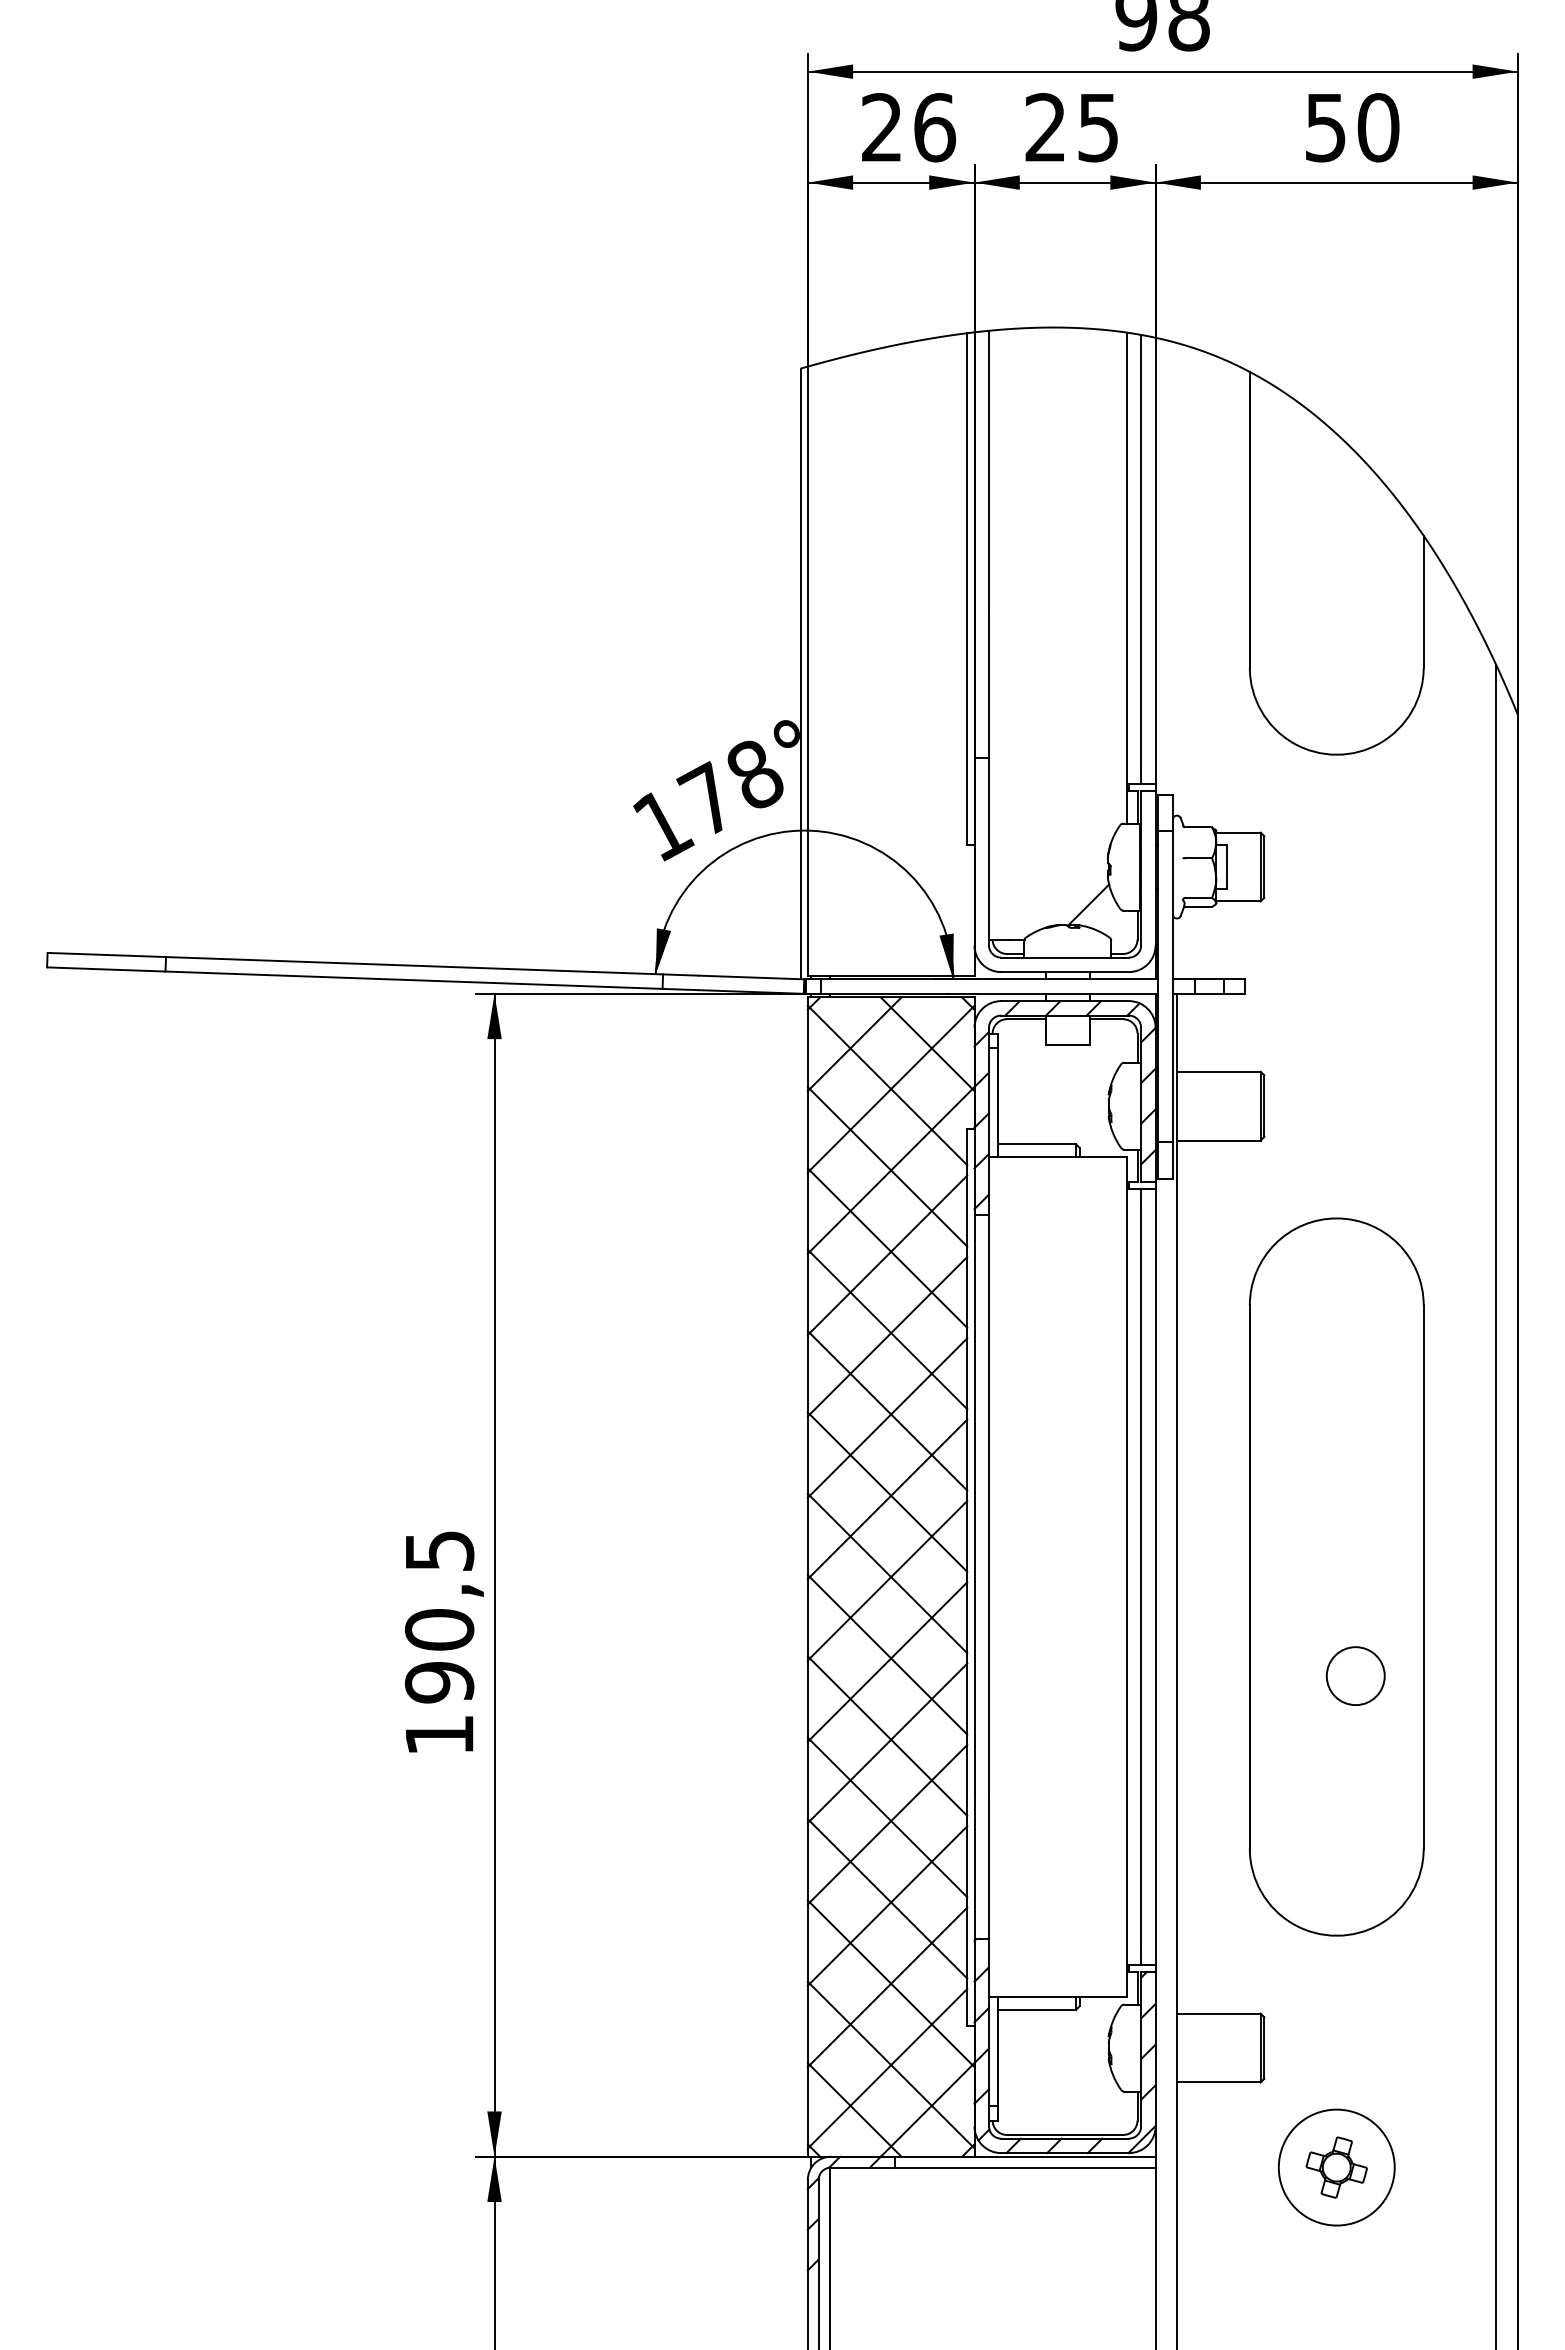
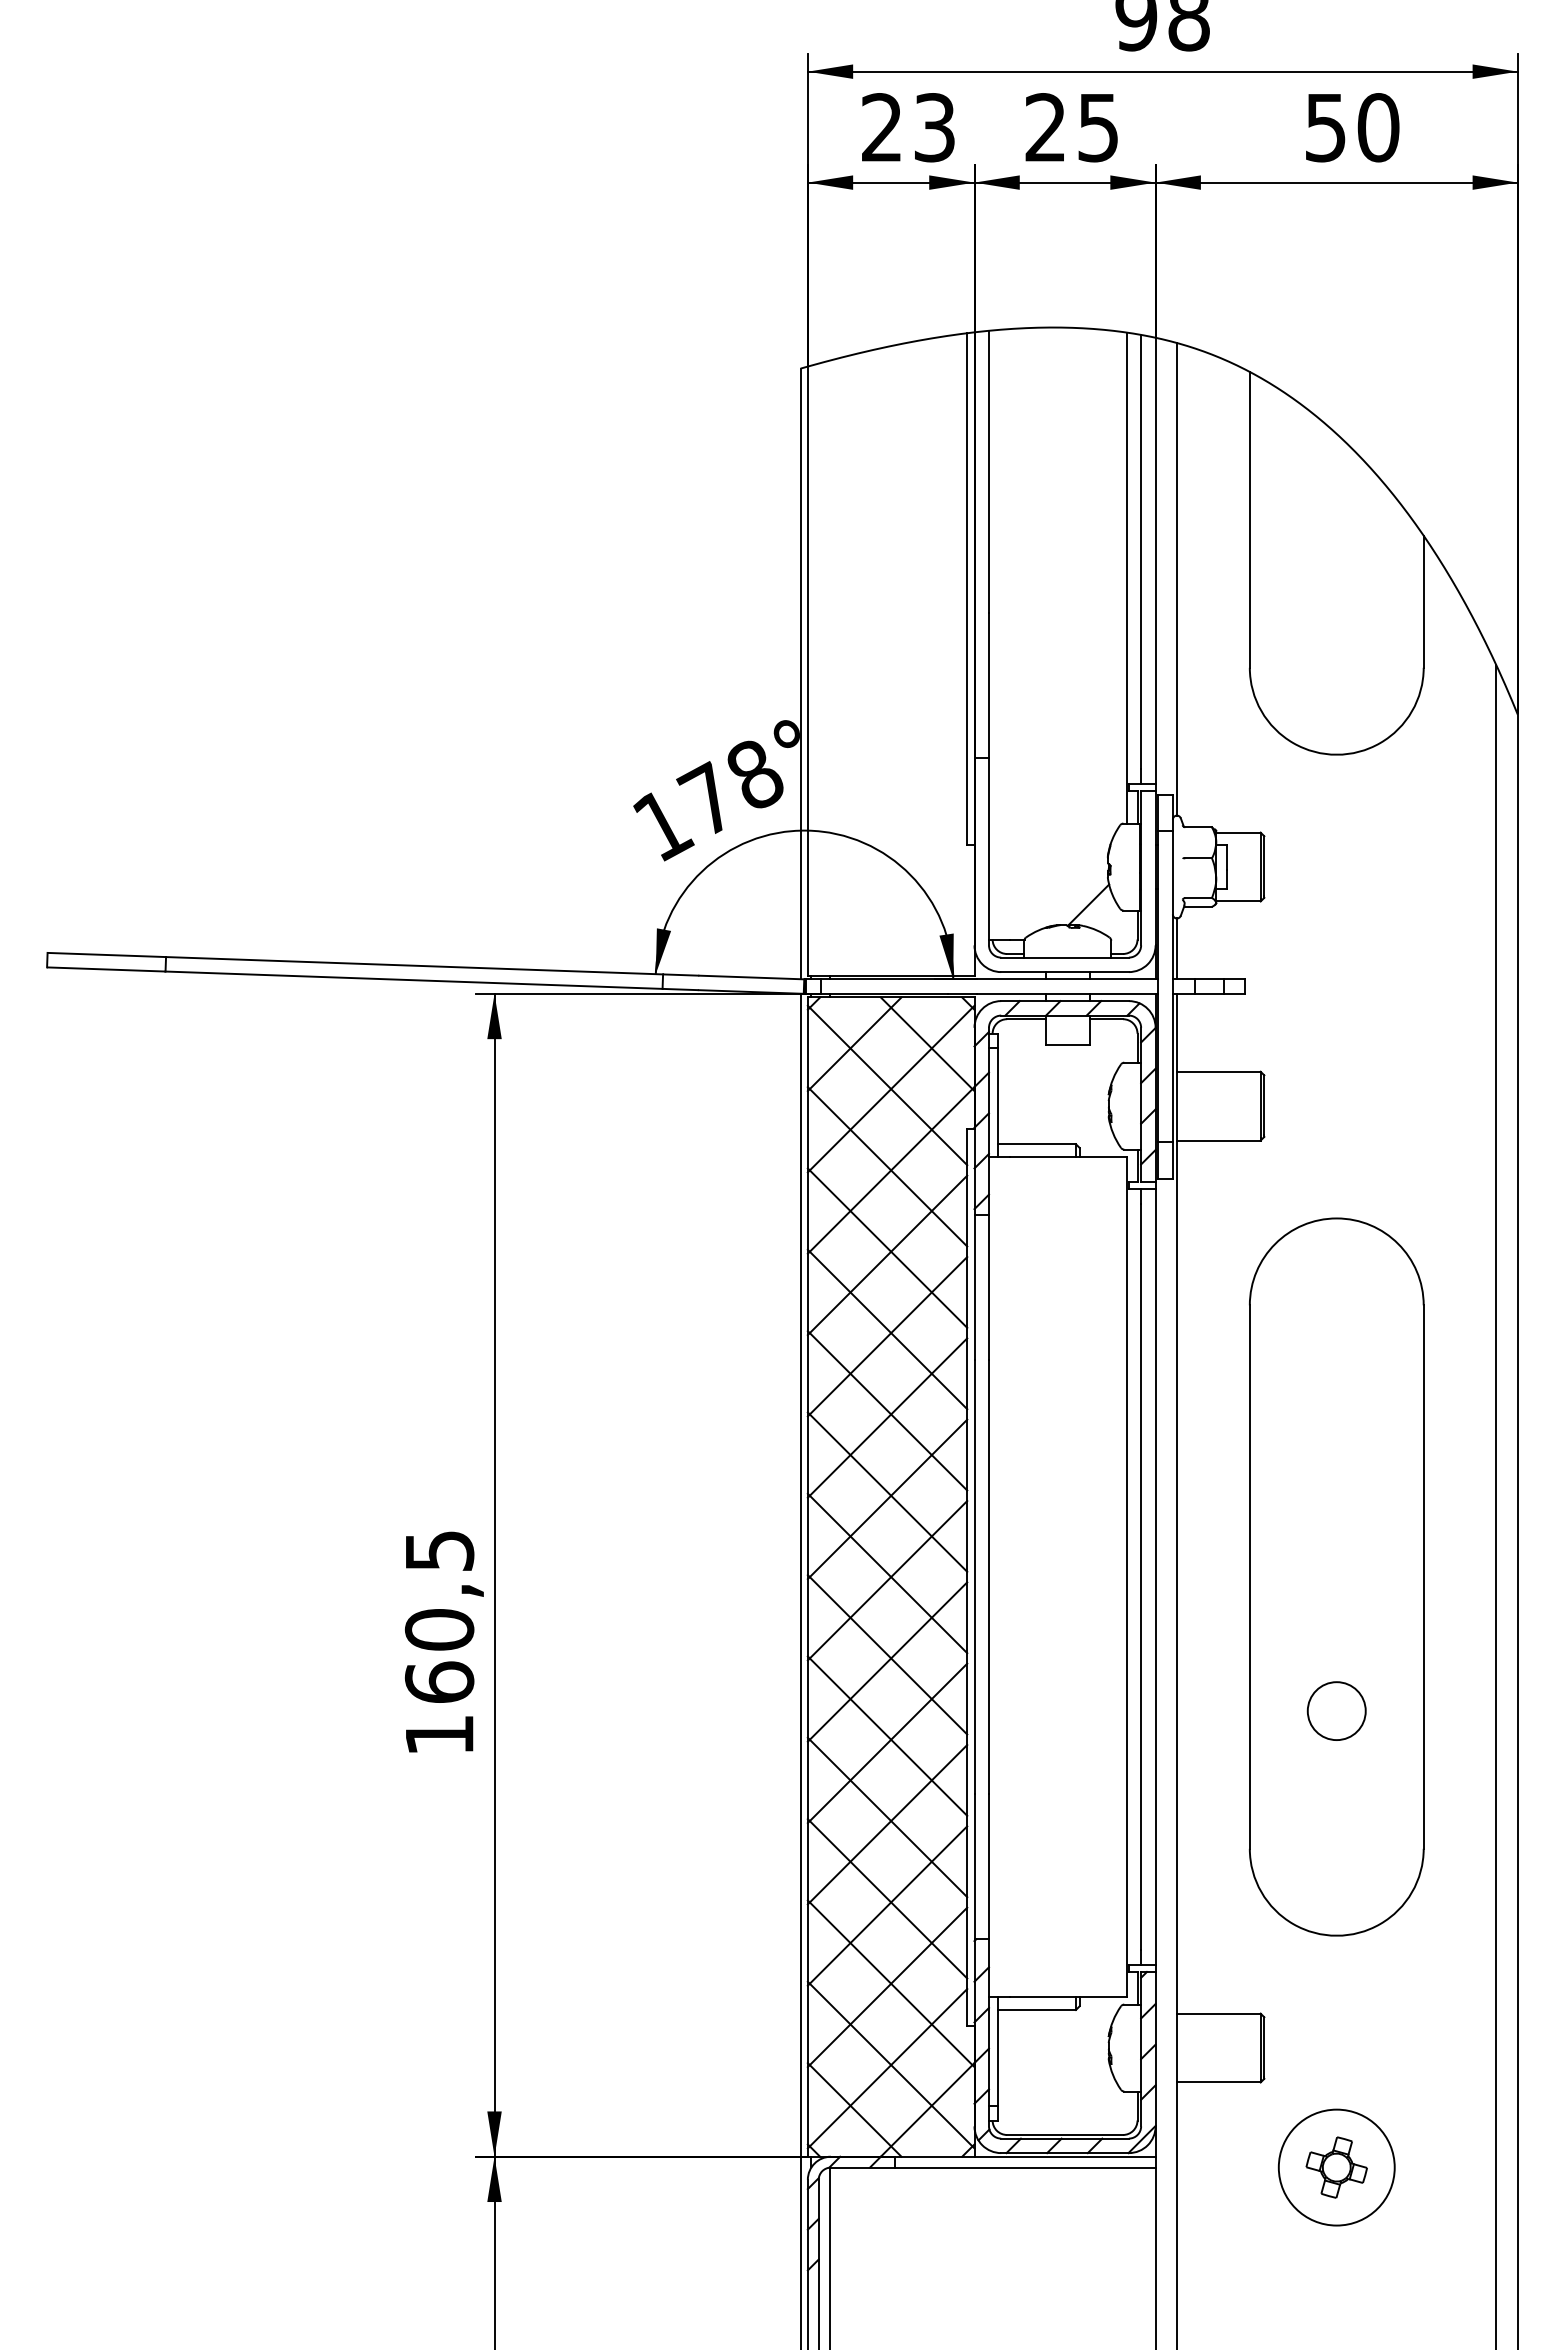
text at (935, 127): 26 -> 23
line at (1177, 579): none -> present
line at (1177, 948): none -> present
line at (800, 1669): none -> present
circle at (1355, 1675) position: (1355, 1675) -> (1336, 1710)
text at (439, 1682): 190,5 -> 160,5
